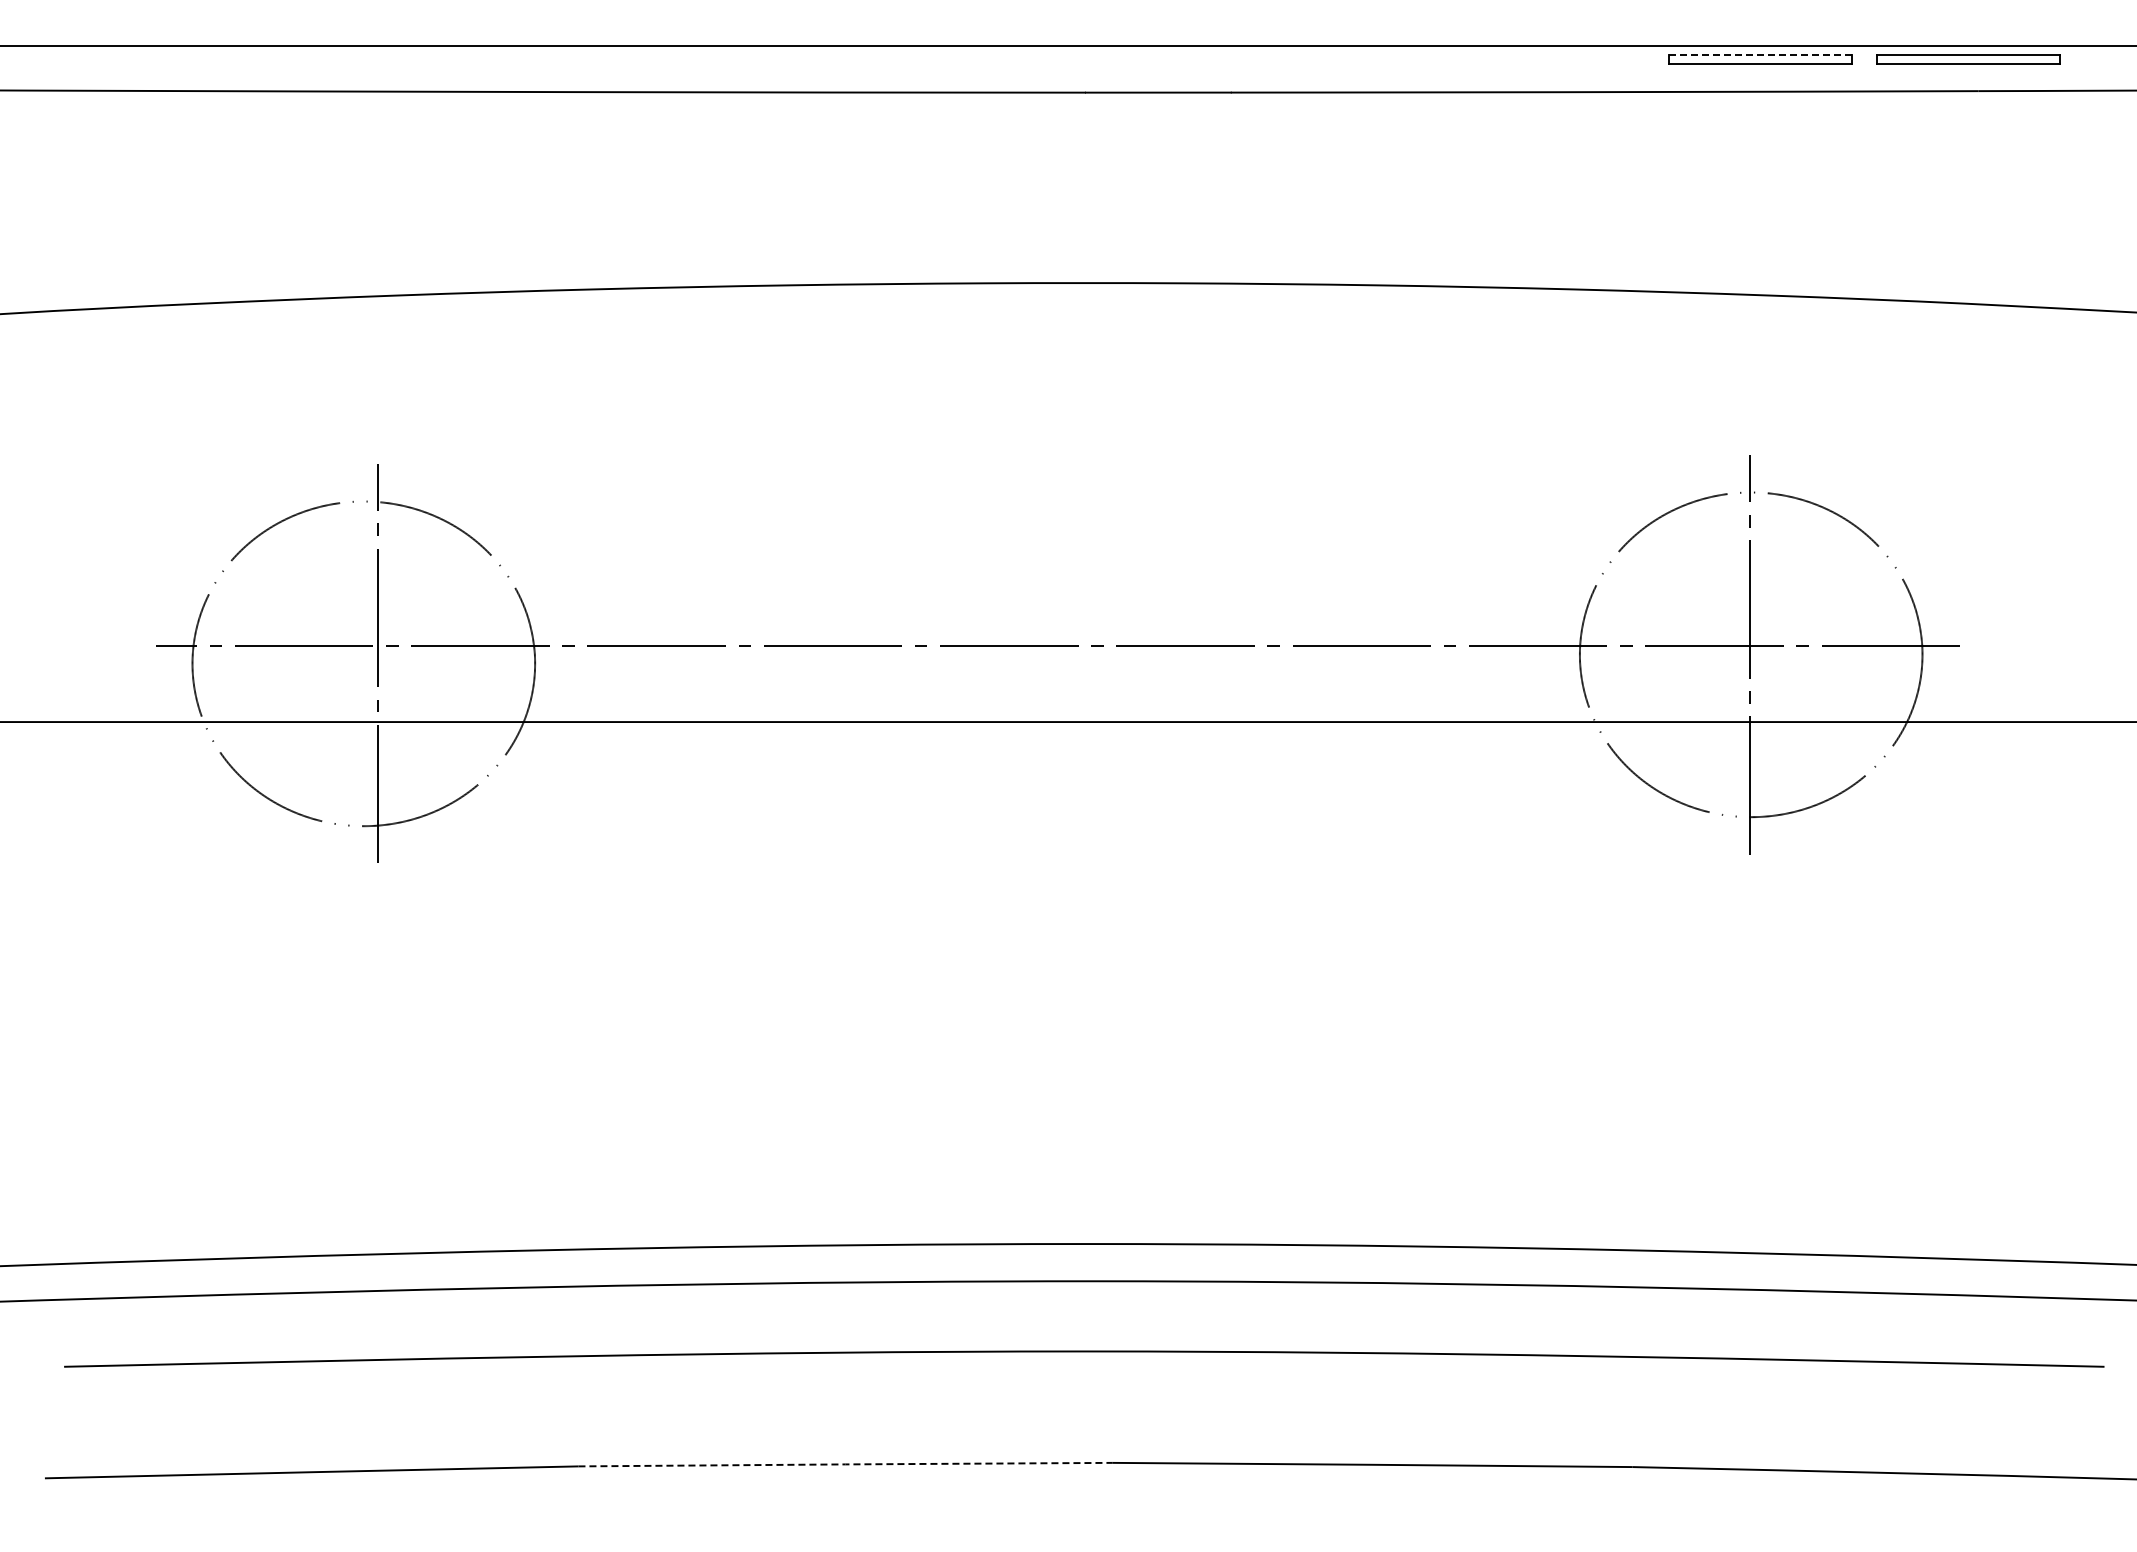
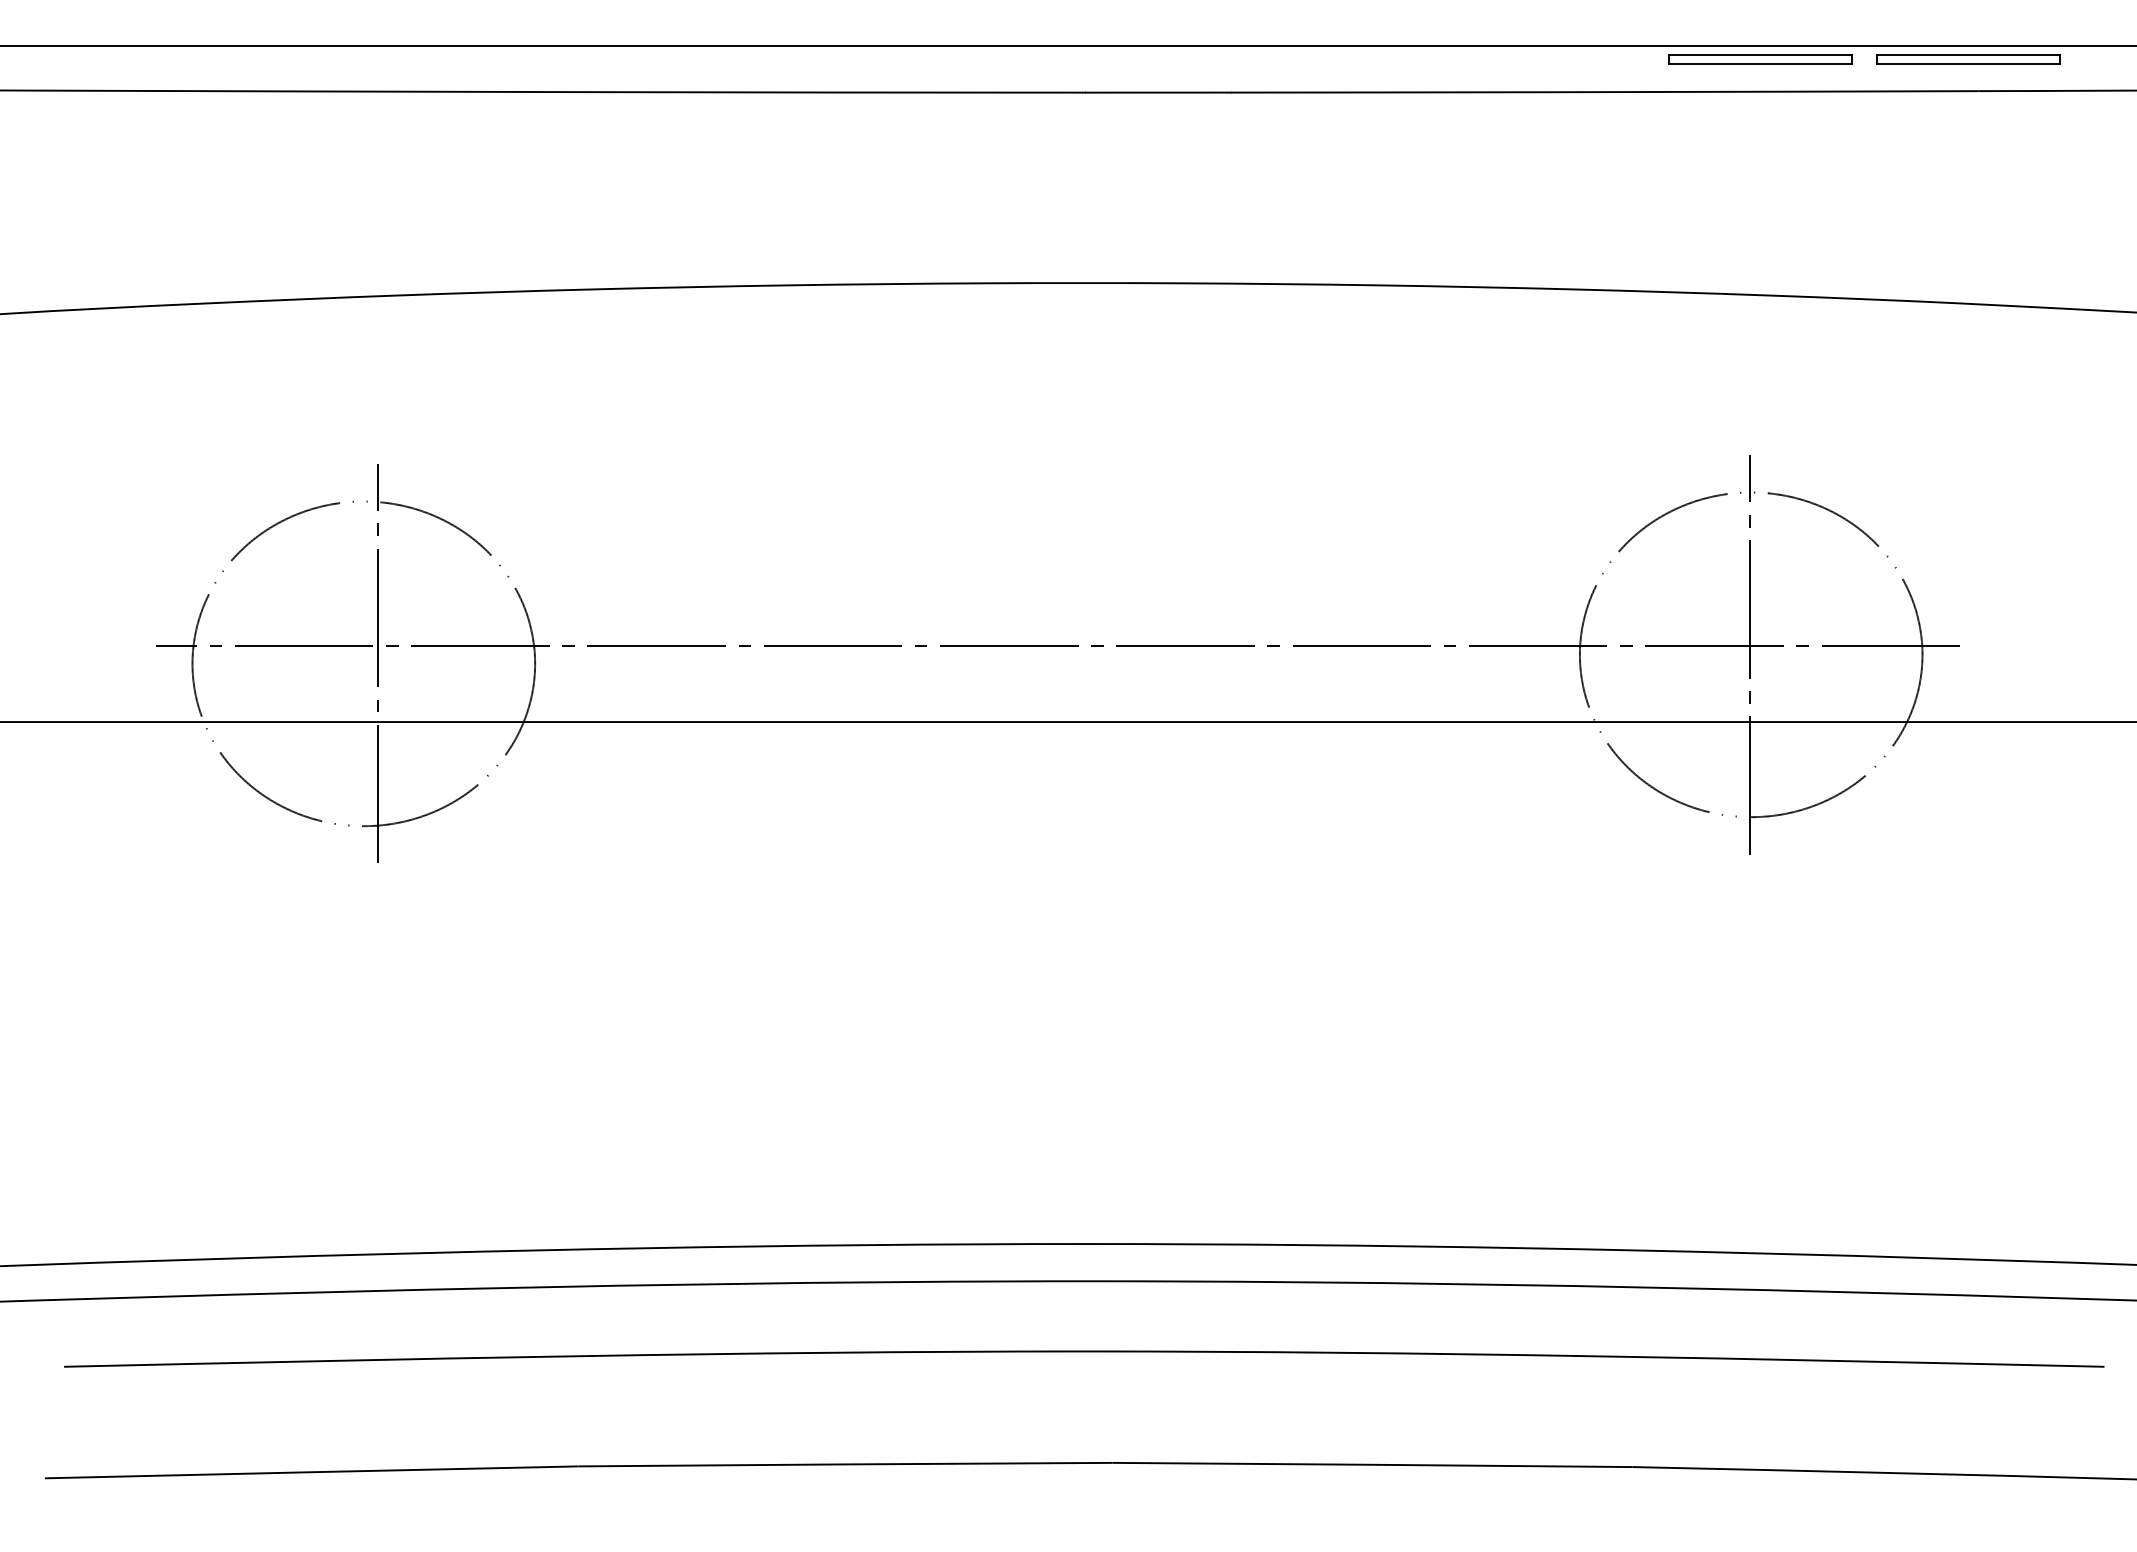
line at (1760, 55): dashed -> solid
line at (845, 1464): dashed -> solid
